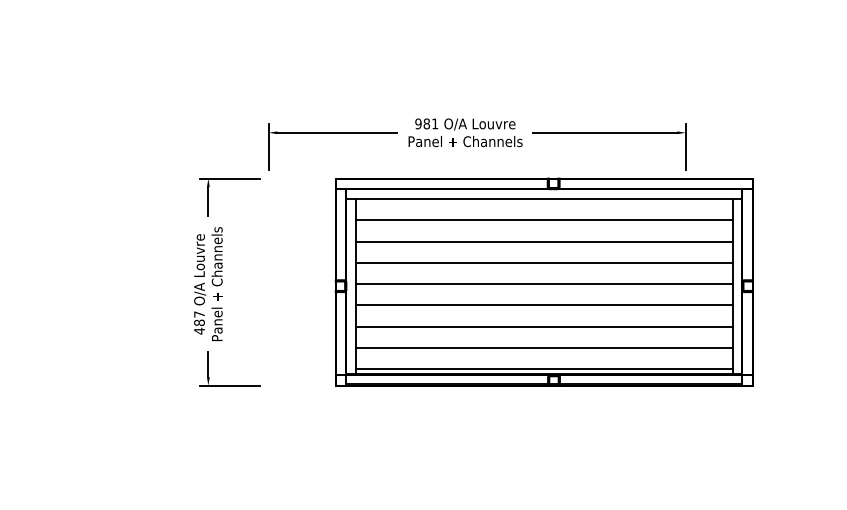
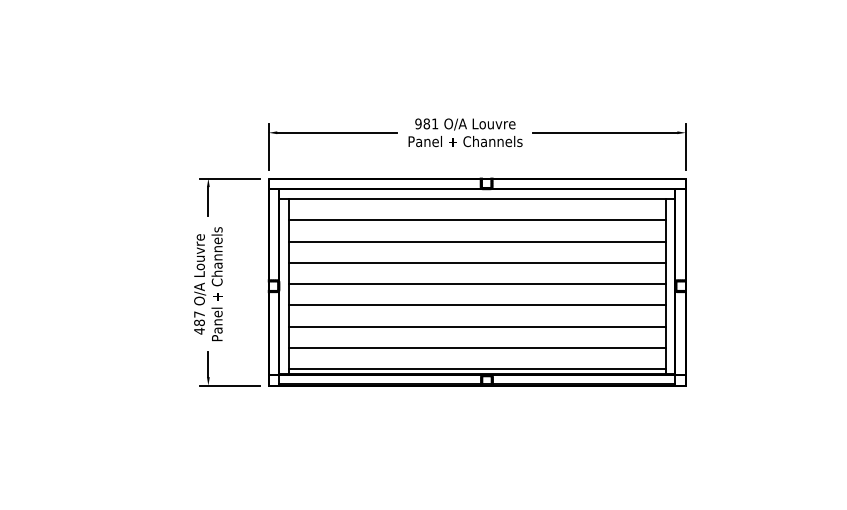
part at (543, 281) position: (543, 281) -> (476, 281)
